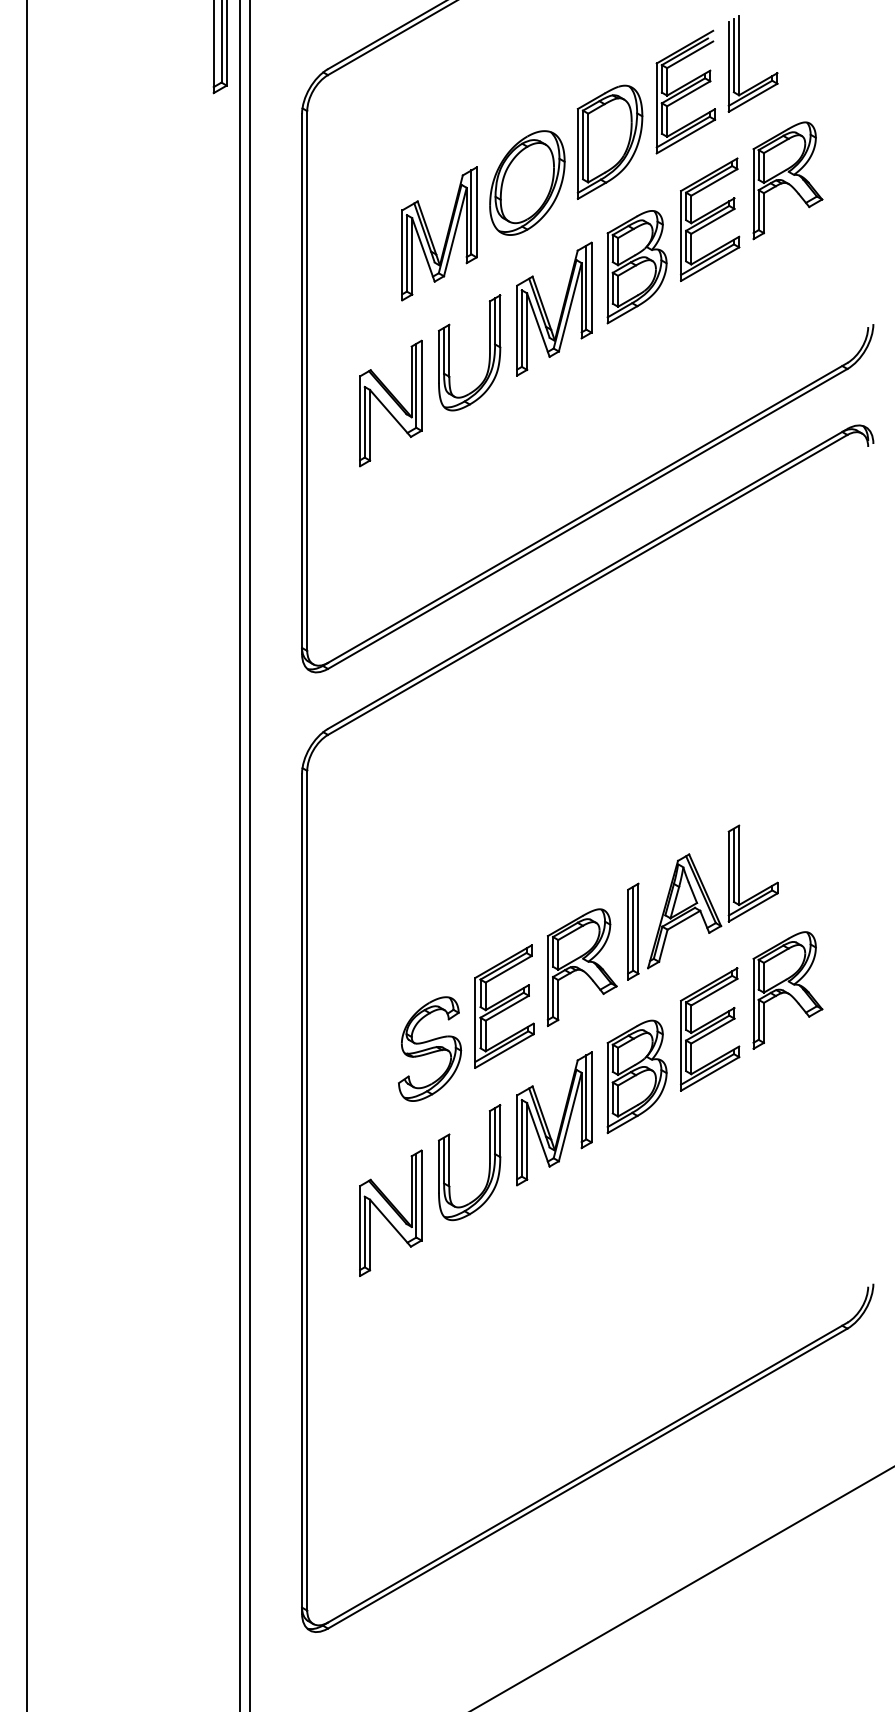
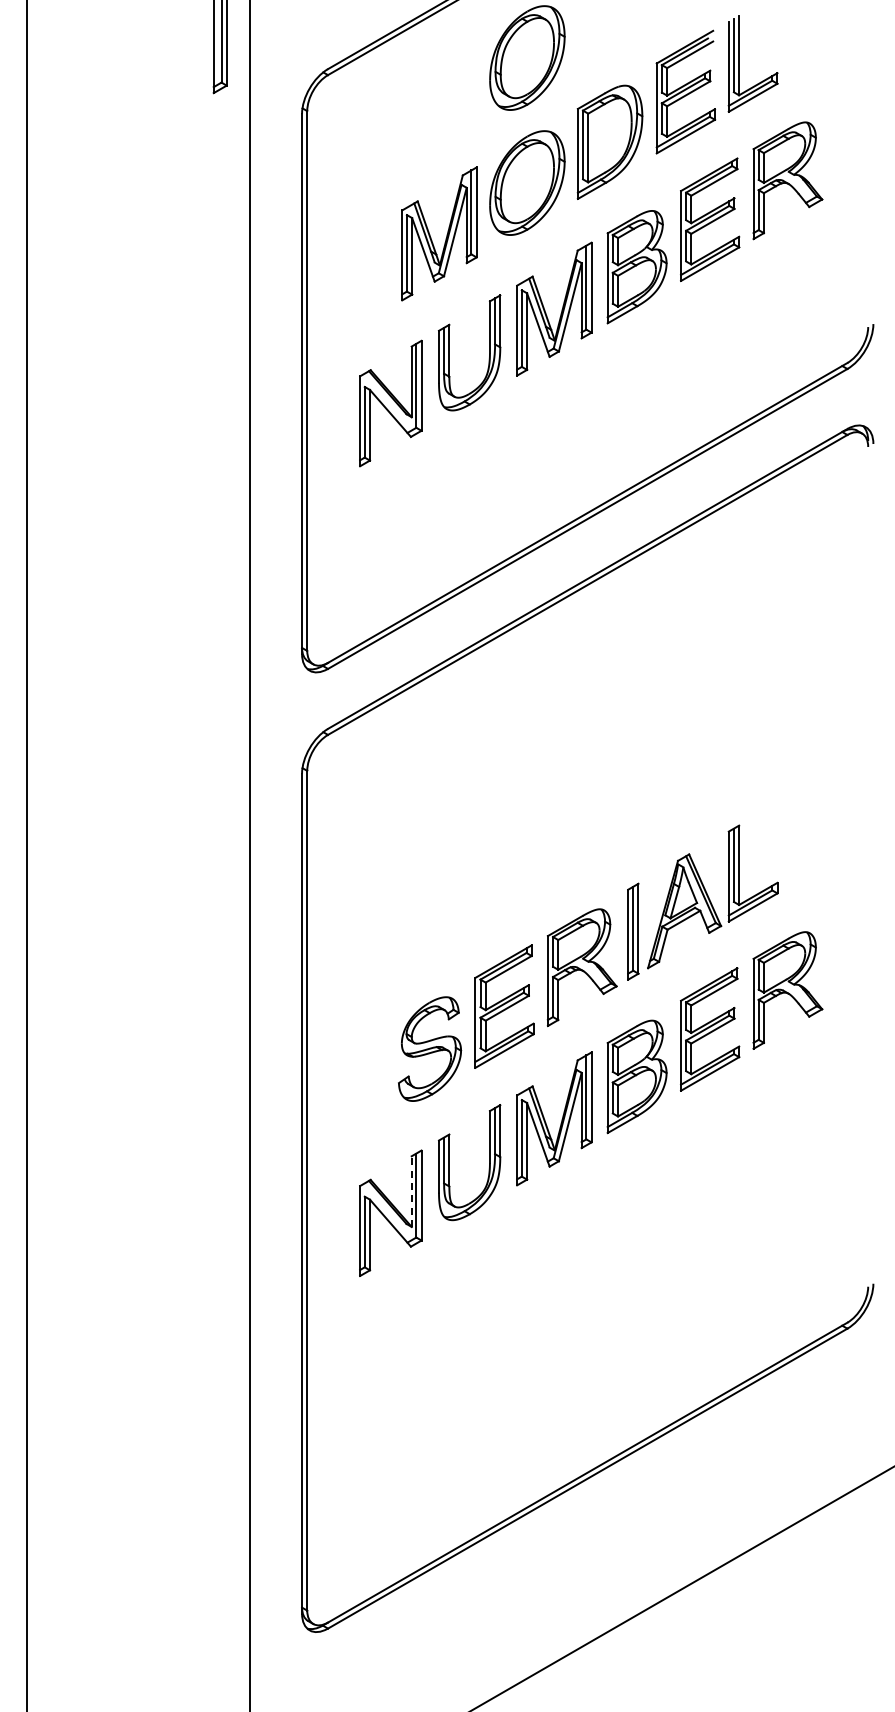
part at (527, 57): none -> present
line at (239, 855): present -> none
line at (411, 1191): solid -> dashed
